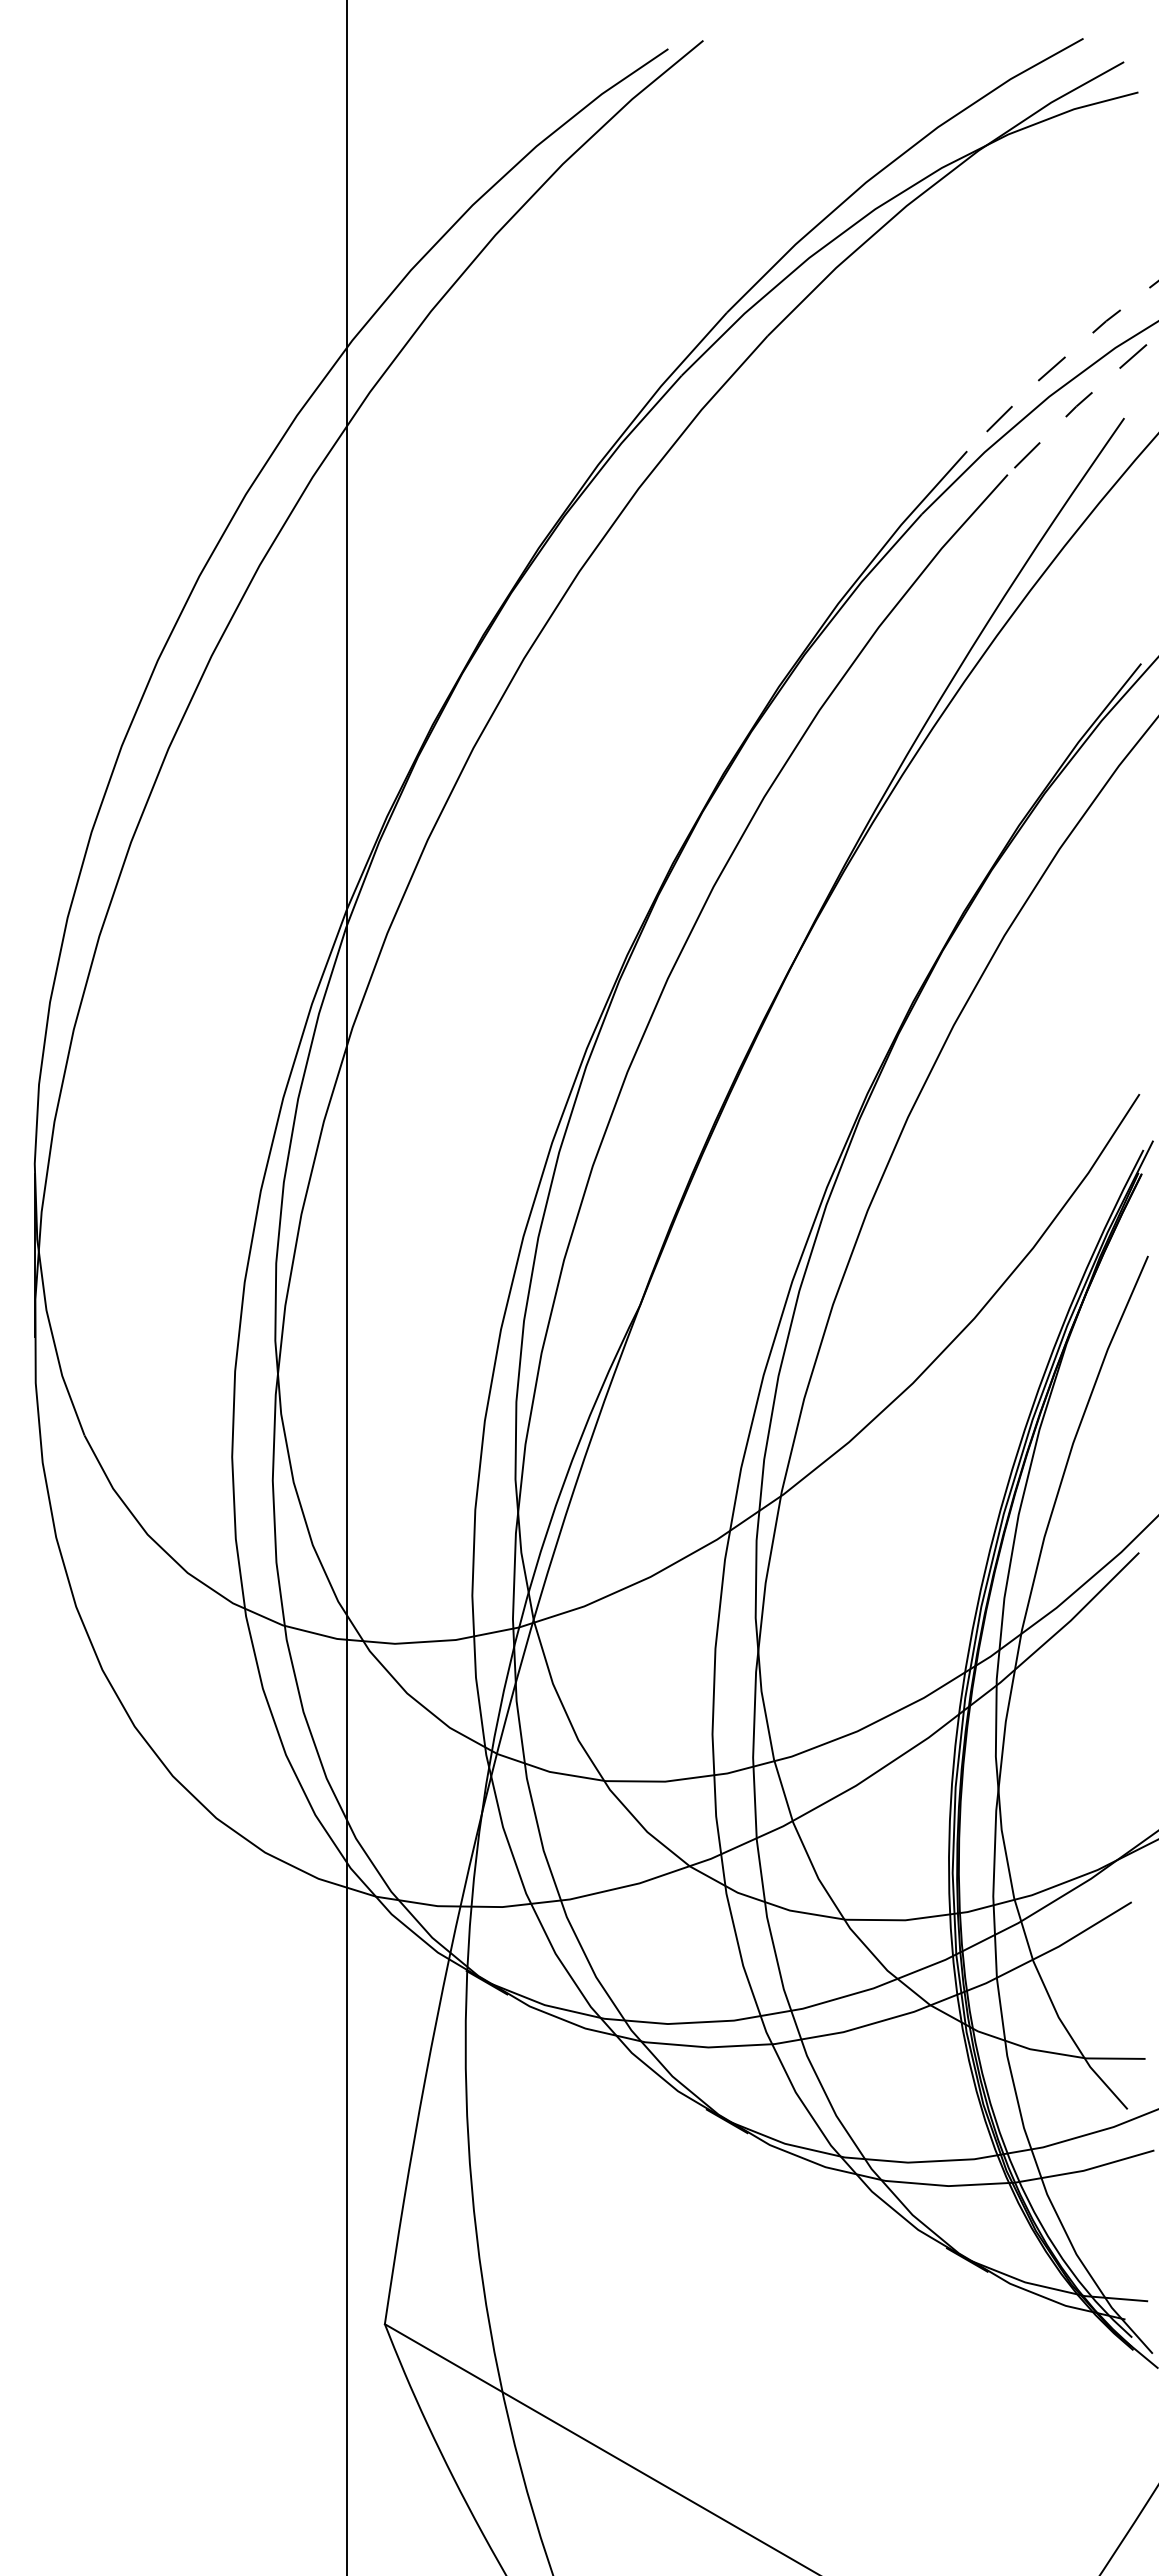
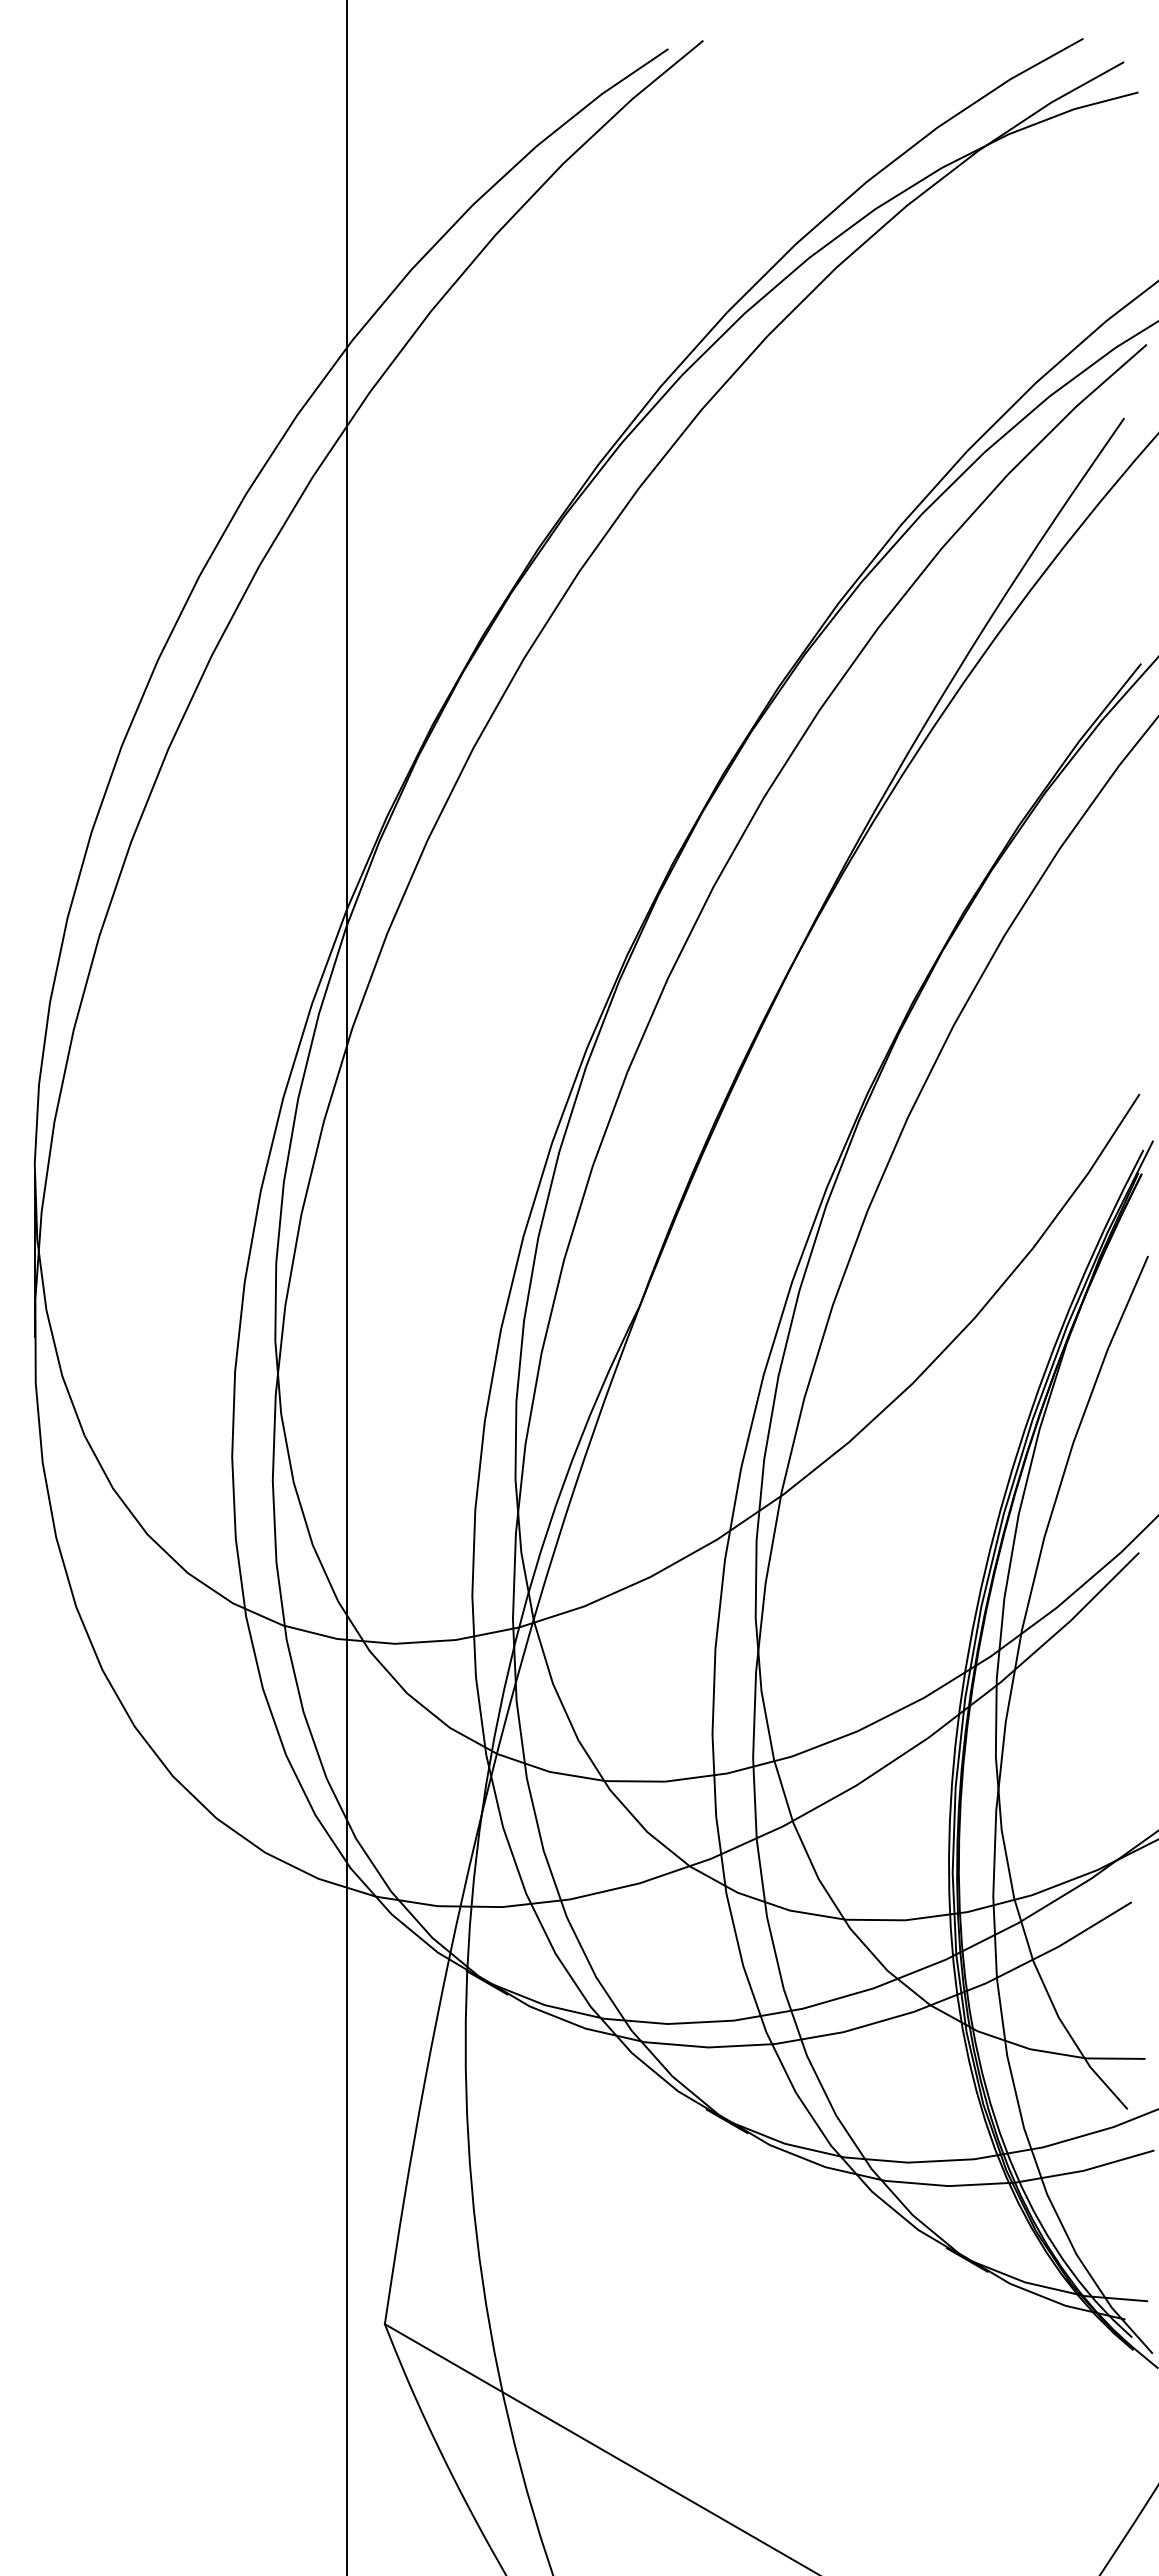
line at (1058, 362): dashed -> solid
line at (1075, 407): dashed -> solid
